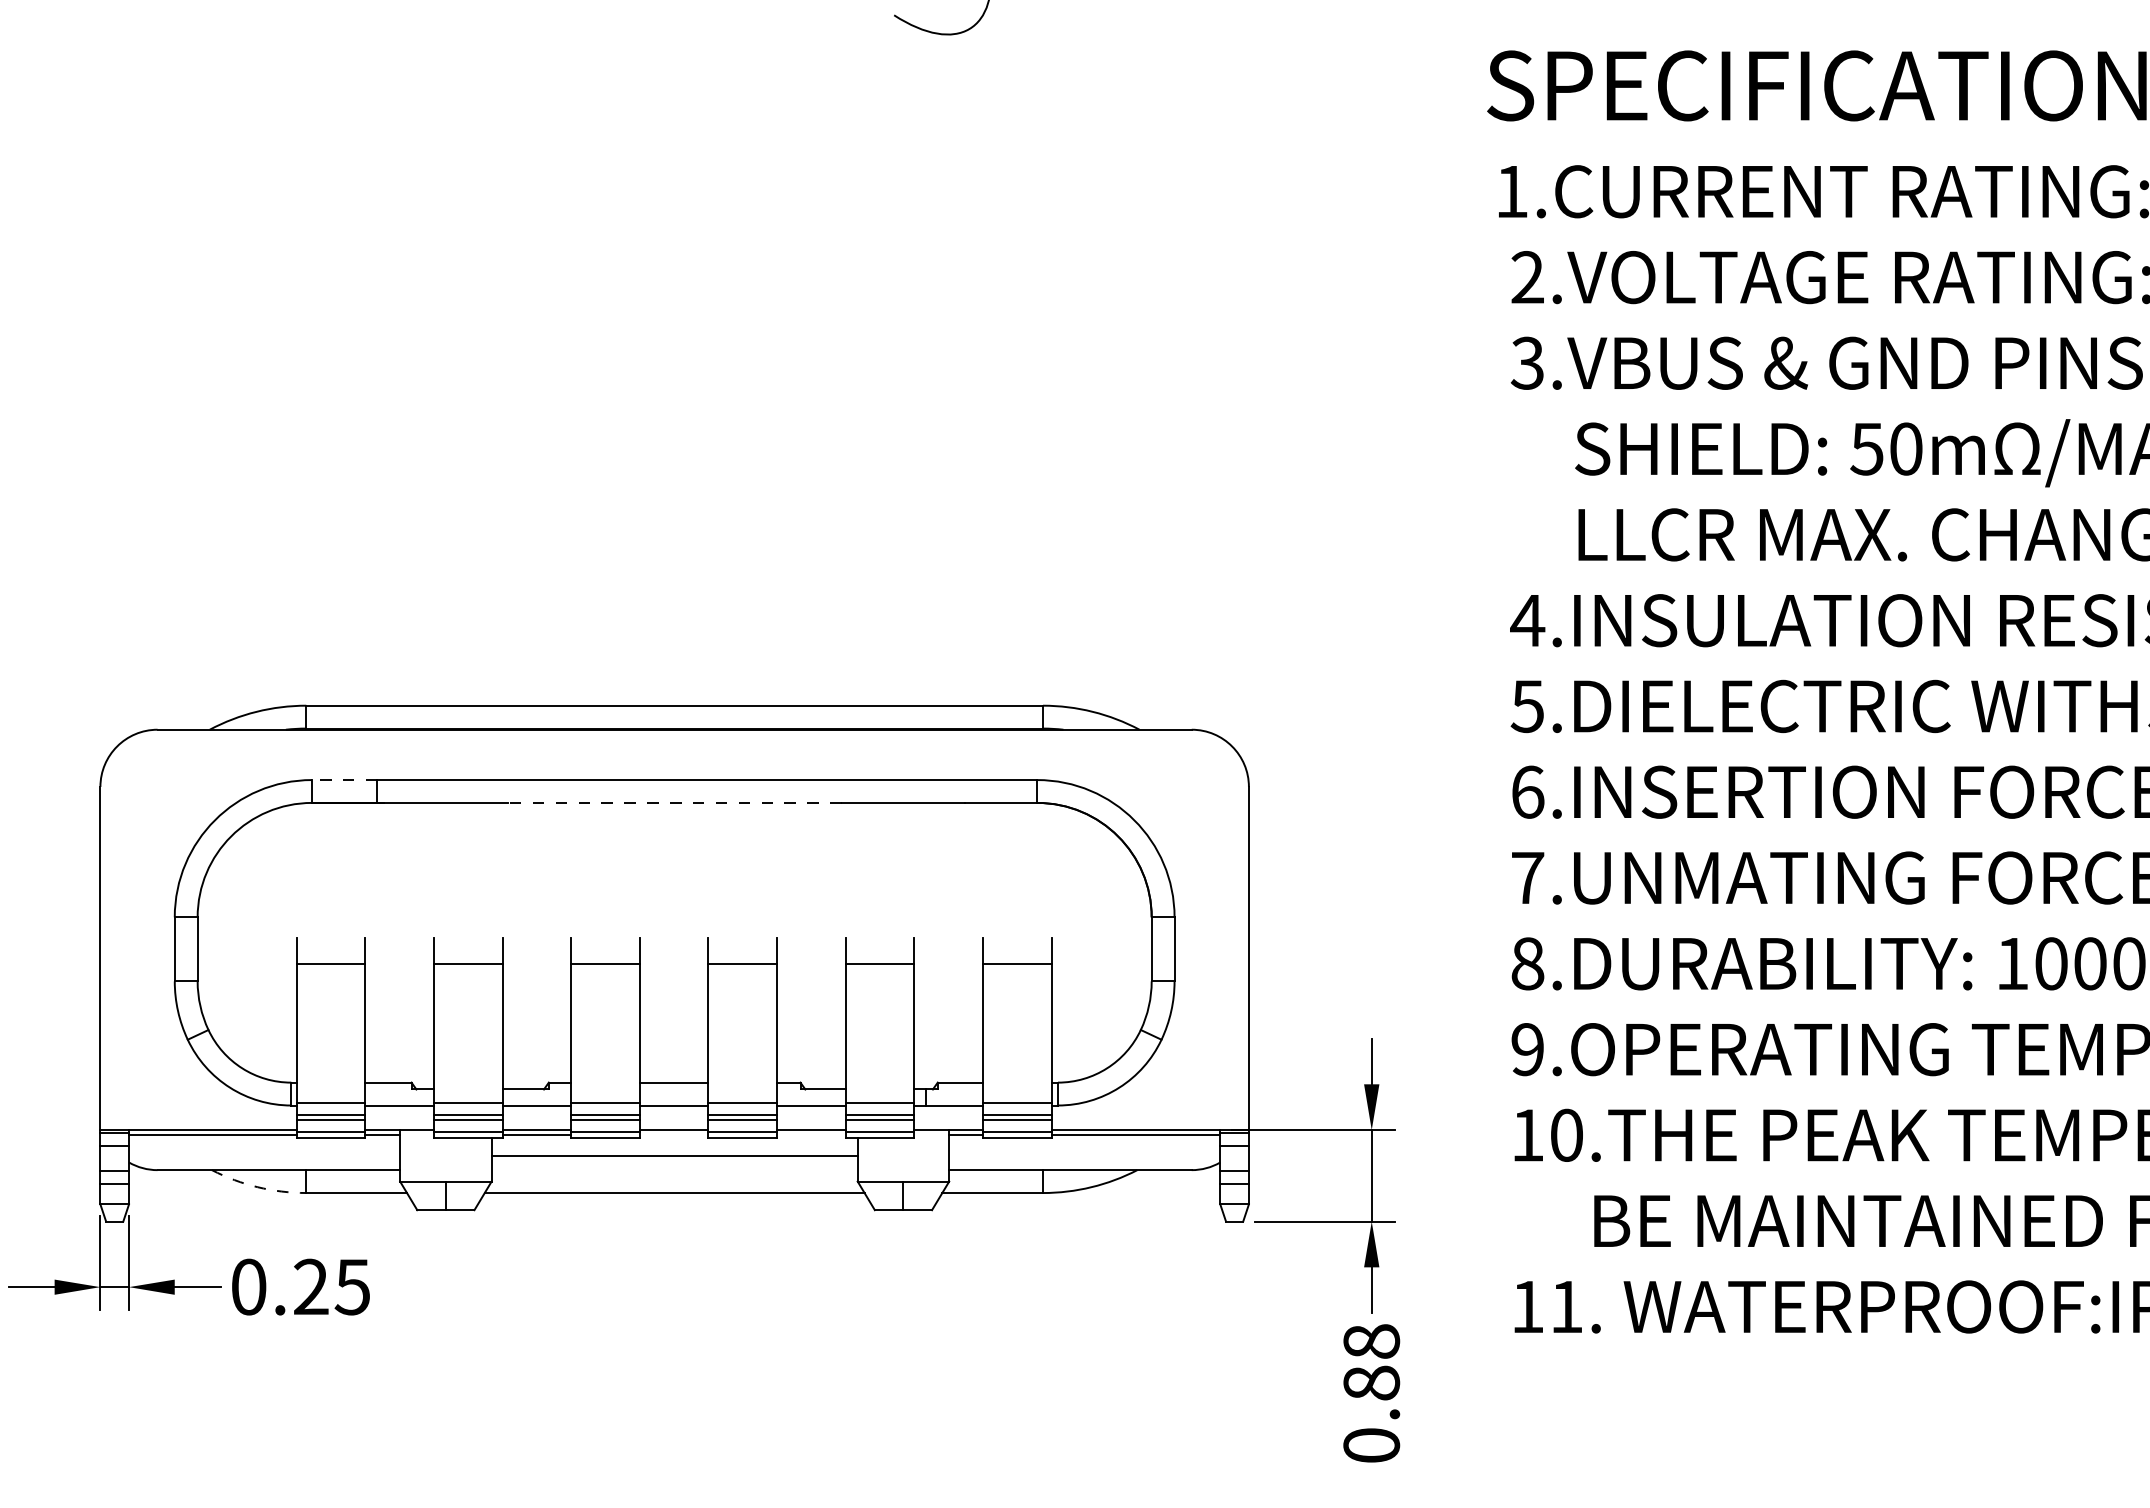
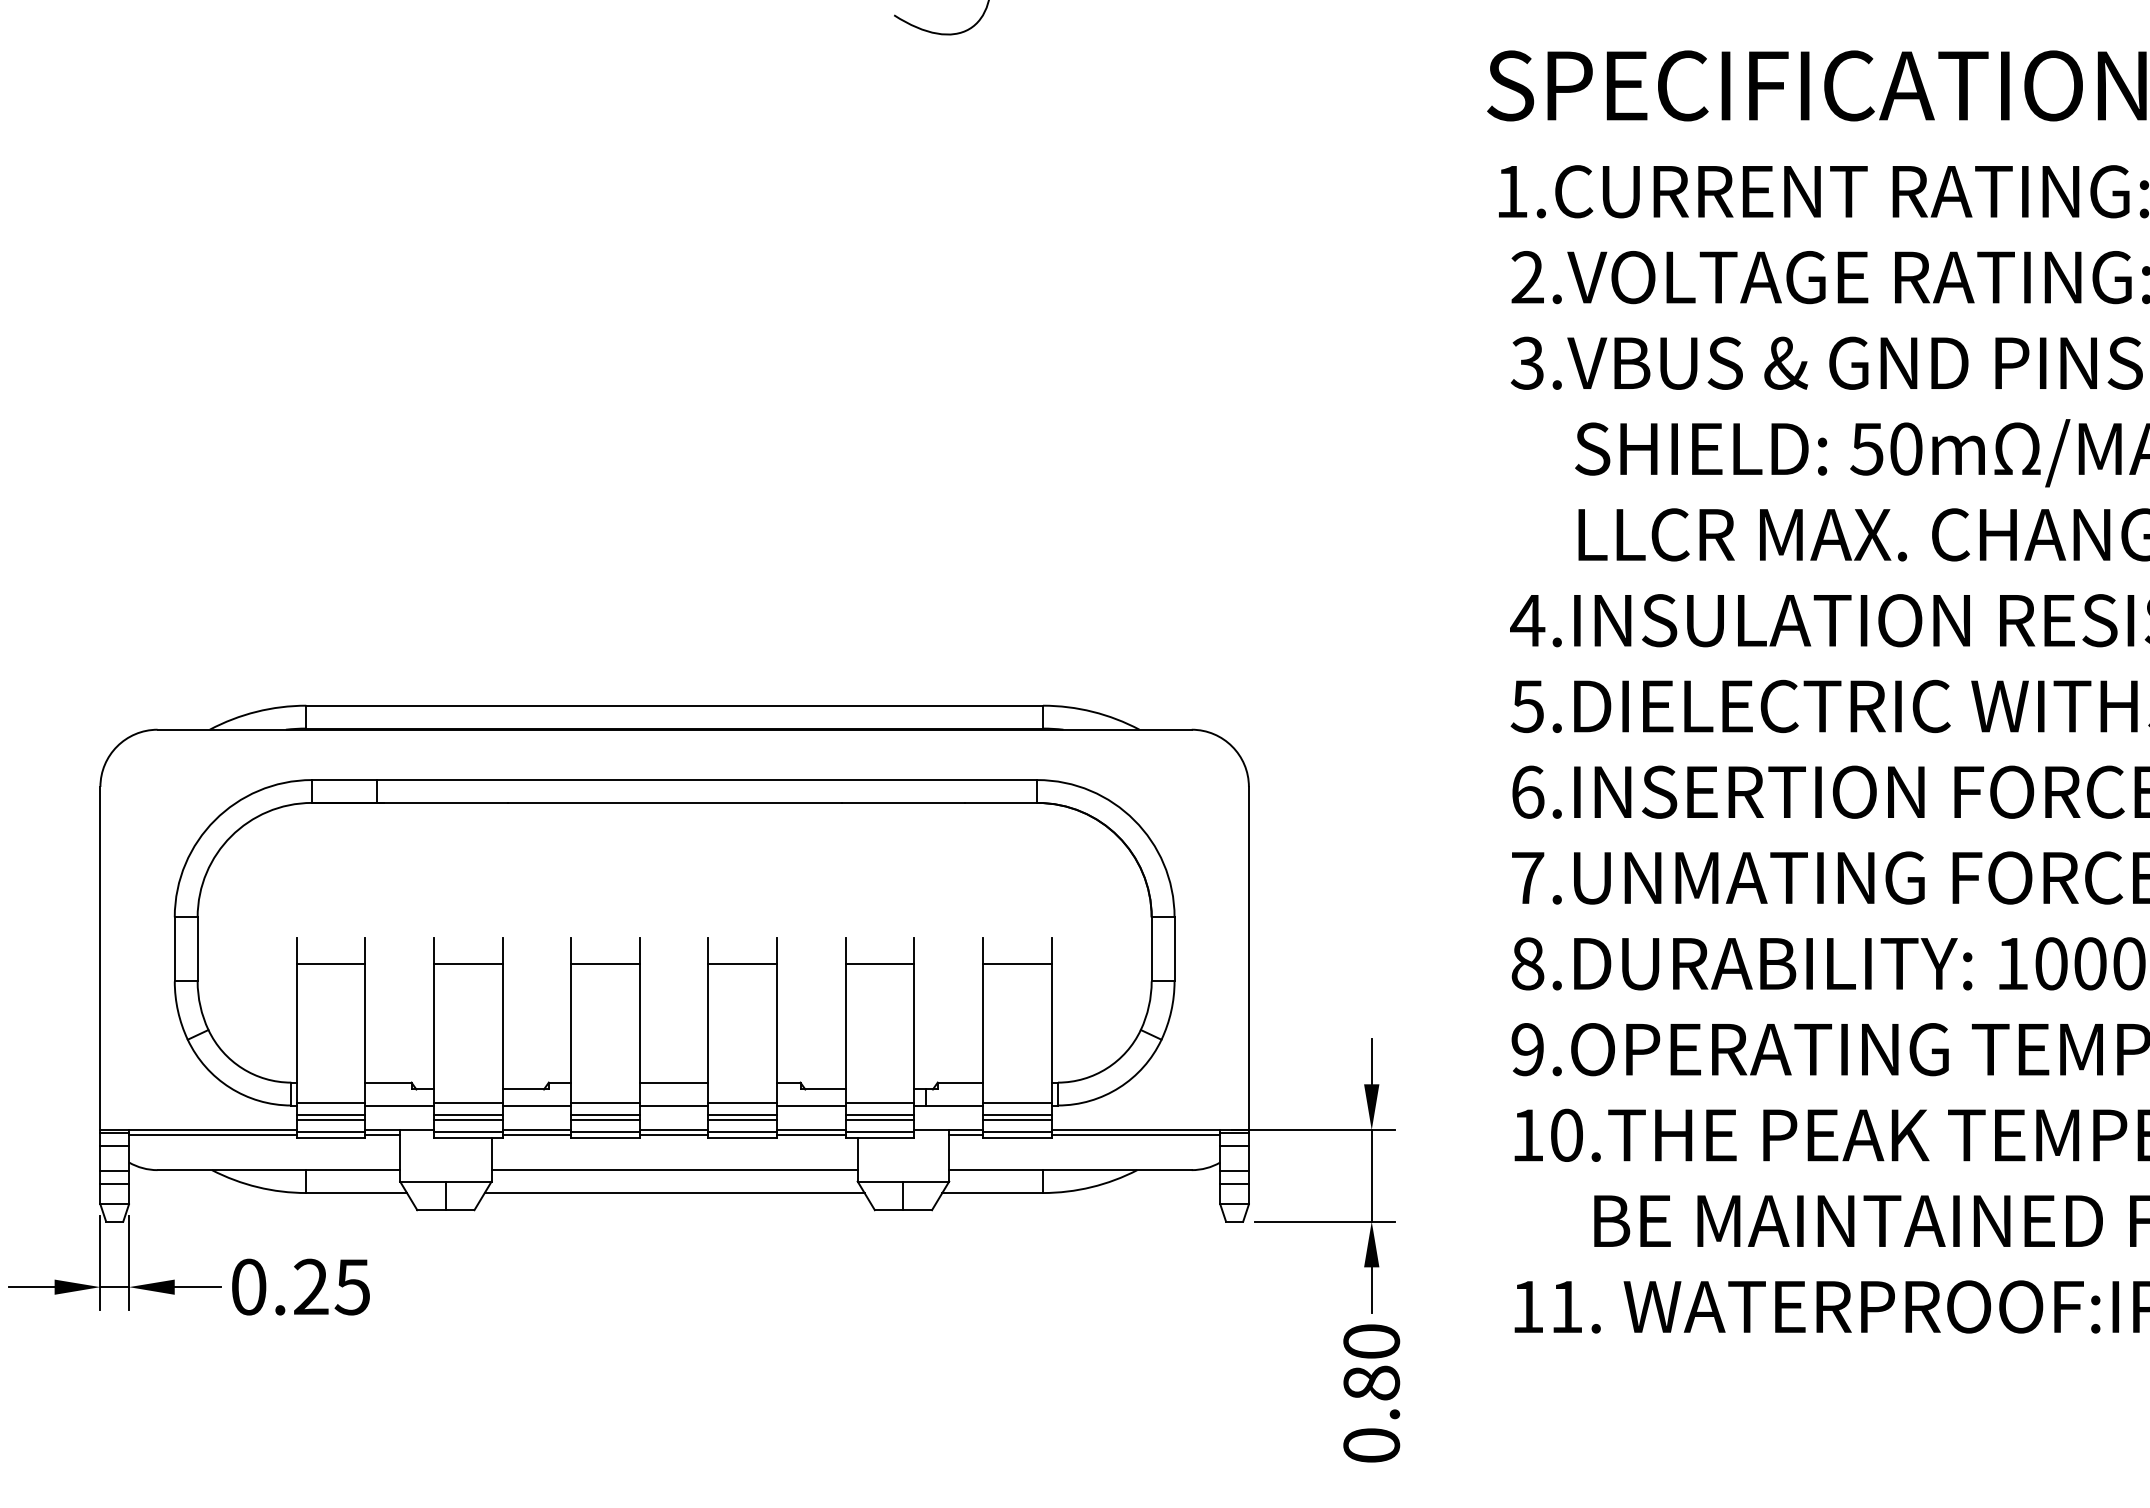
line at (344, 780): dashed -> solid
line at (674, 802): dashed -> solid
line at (673, 1134): none -> present
line at (811, 1134): none -> present
line at (674, 1156) position: (674, 1156) -> (674, 1170)
arc at (257, 1187): dashed -> solid
text at (1371, 1341): 0.88 -> 0.80
